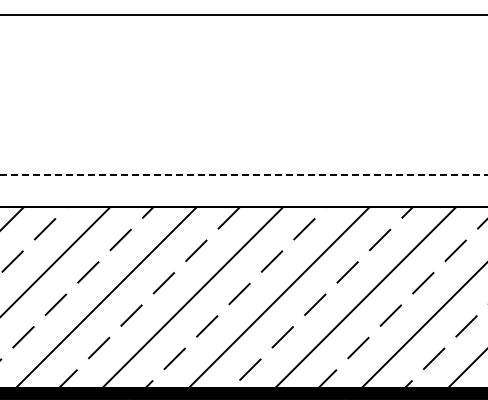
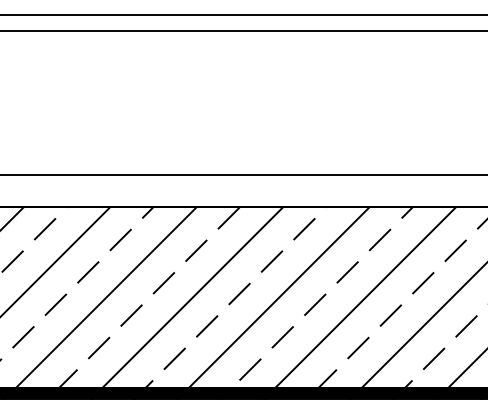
line at (243, 30): none -> present
line at (244, 175): dashed -> solid
